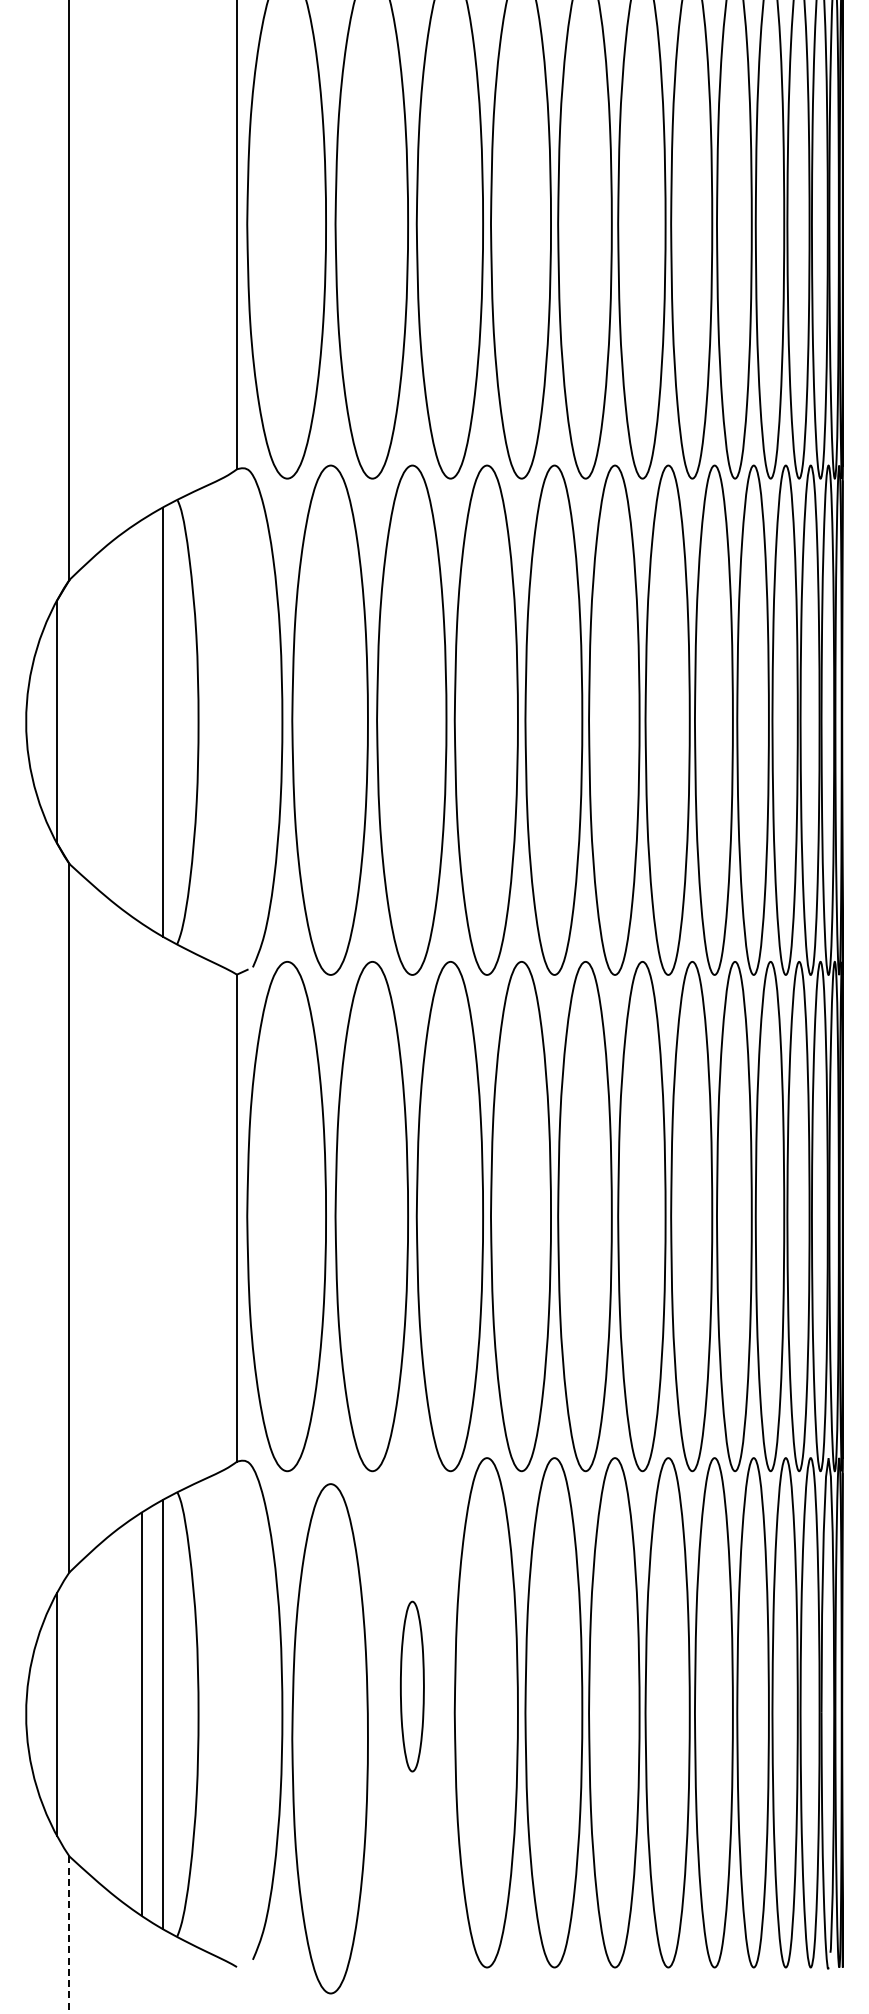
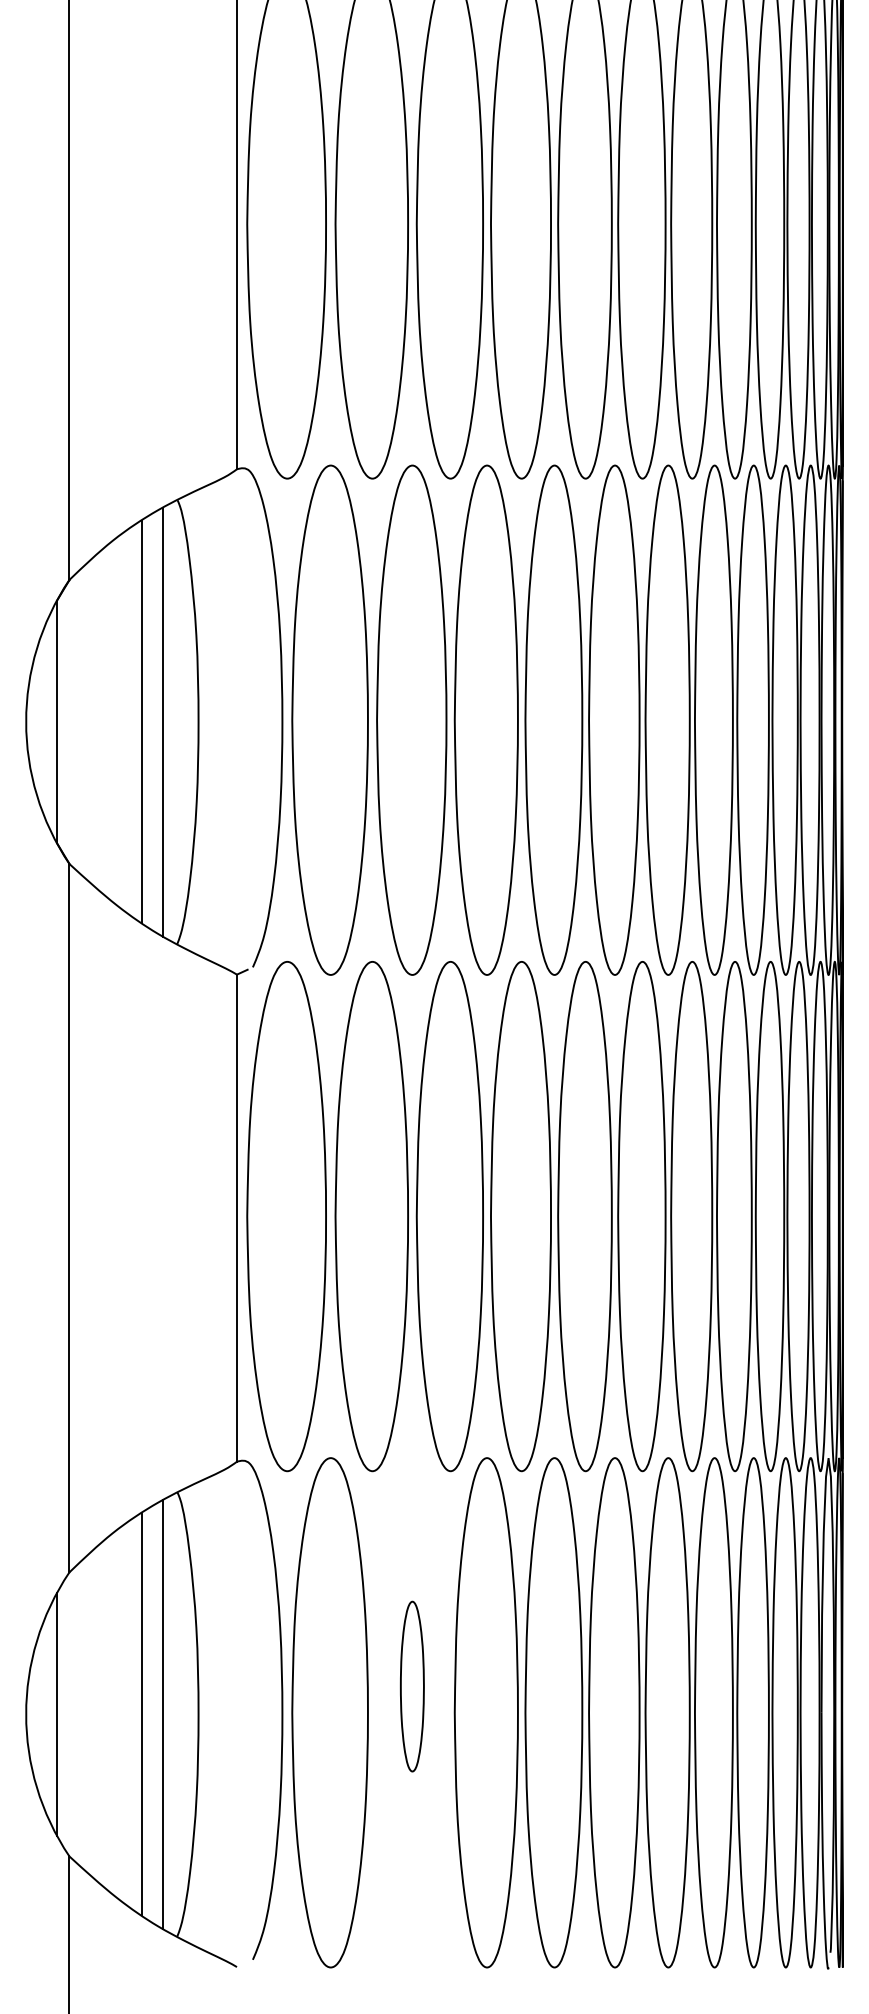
line at (141, 721): none -> present
part at (329, 1738) position: (329, 1738) -> (329, 1712)
line at (69, 1935): dashed -> solid
